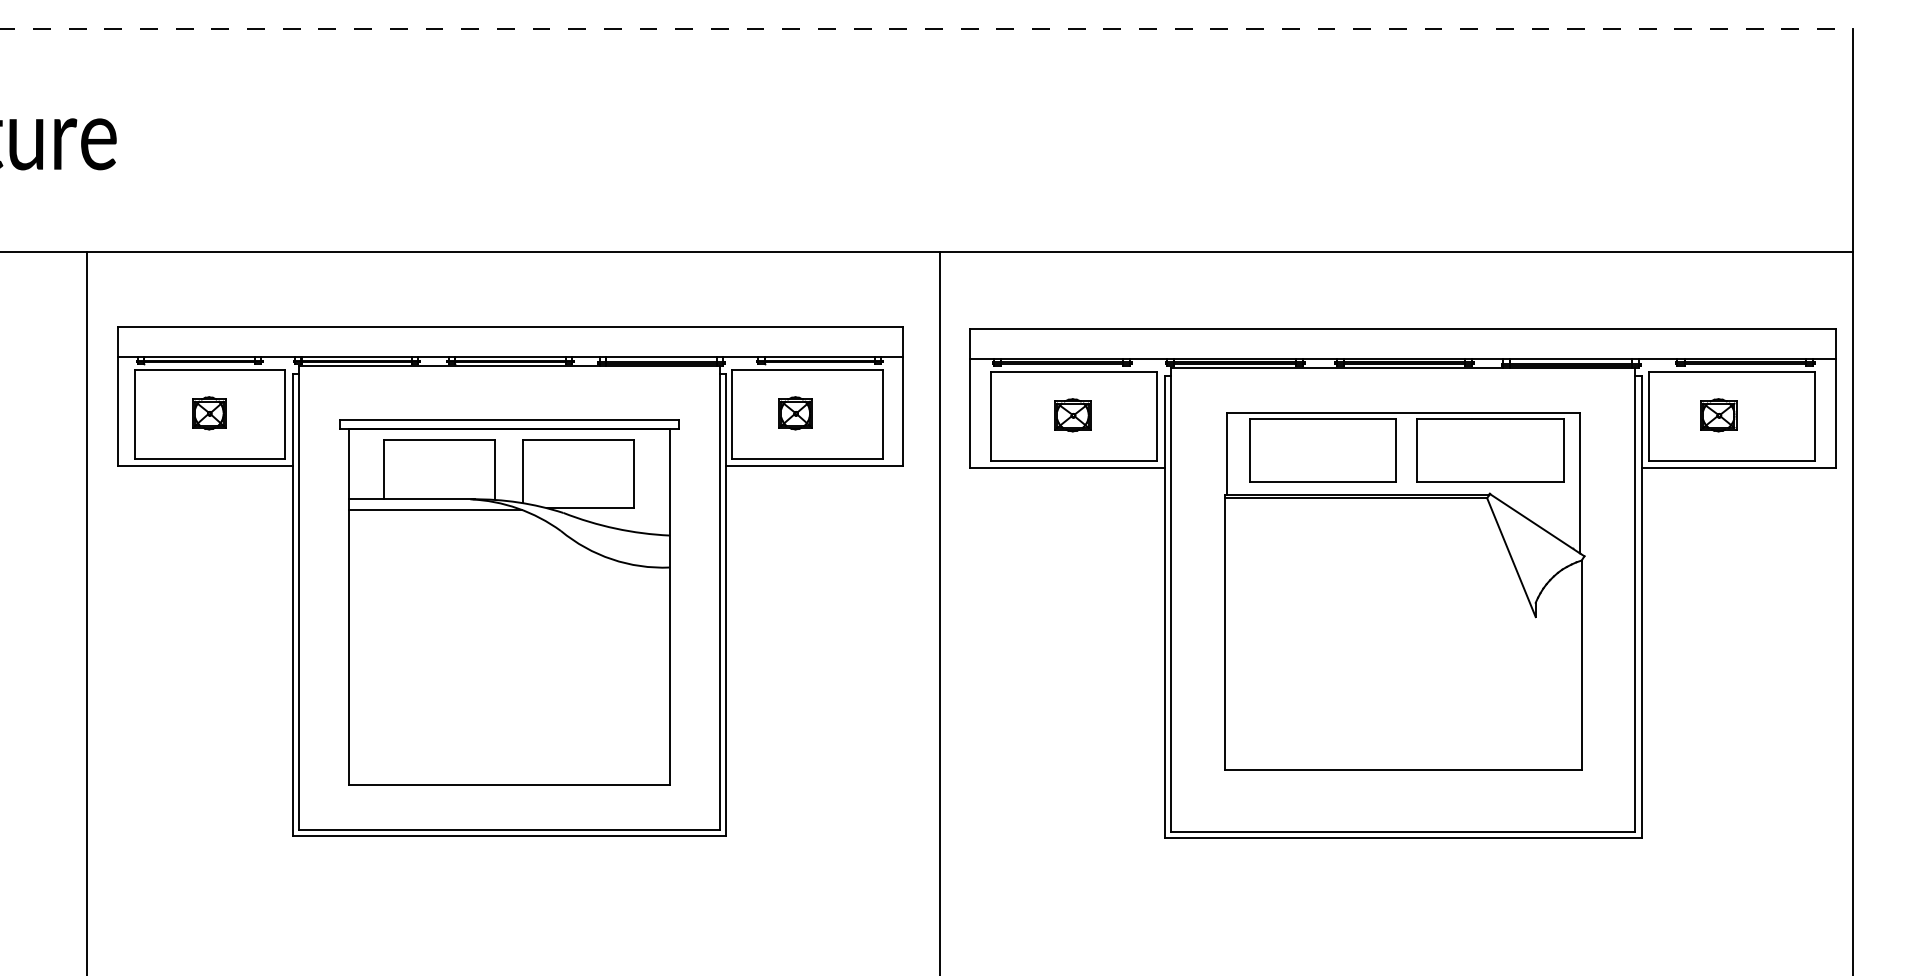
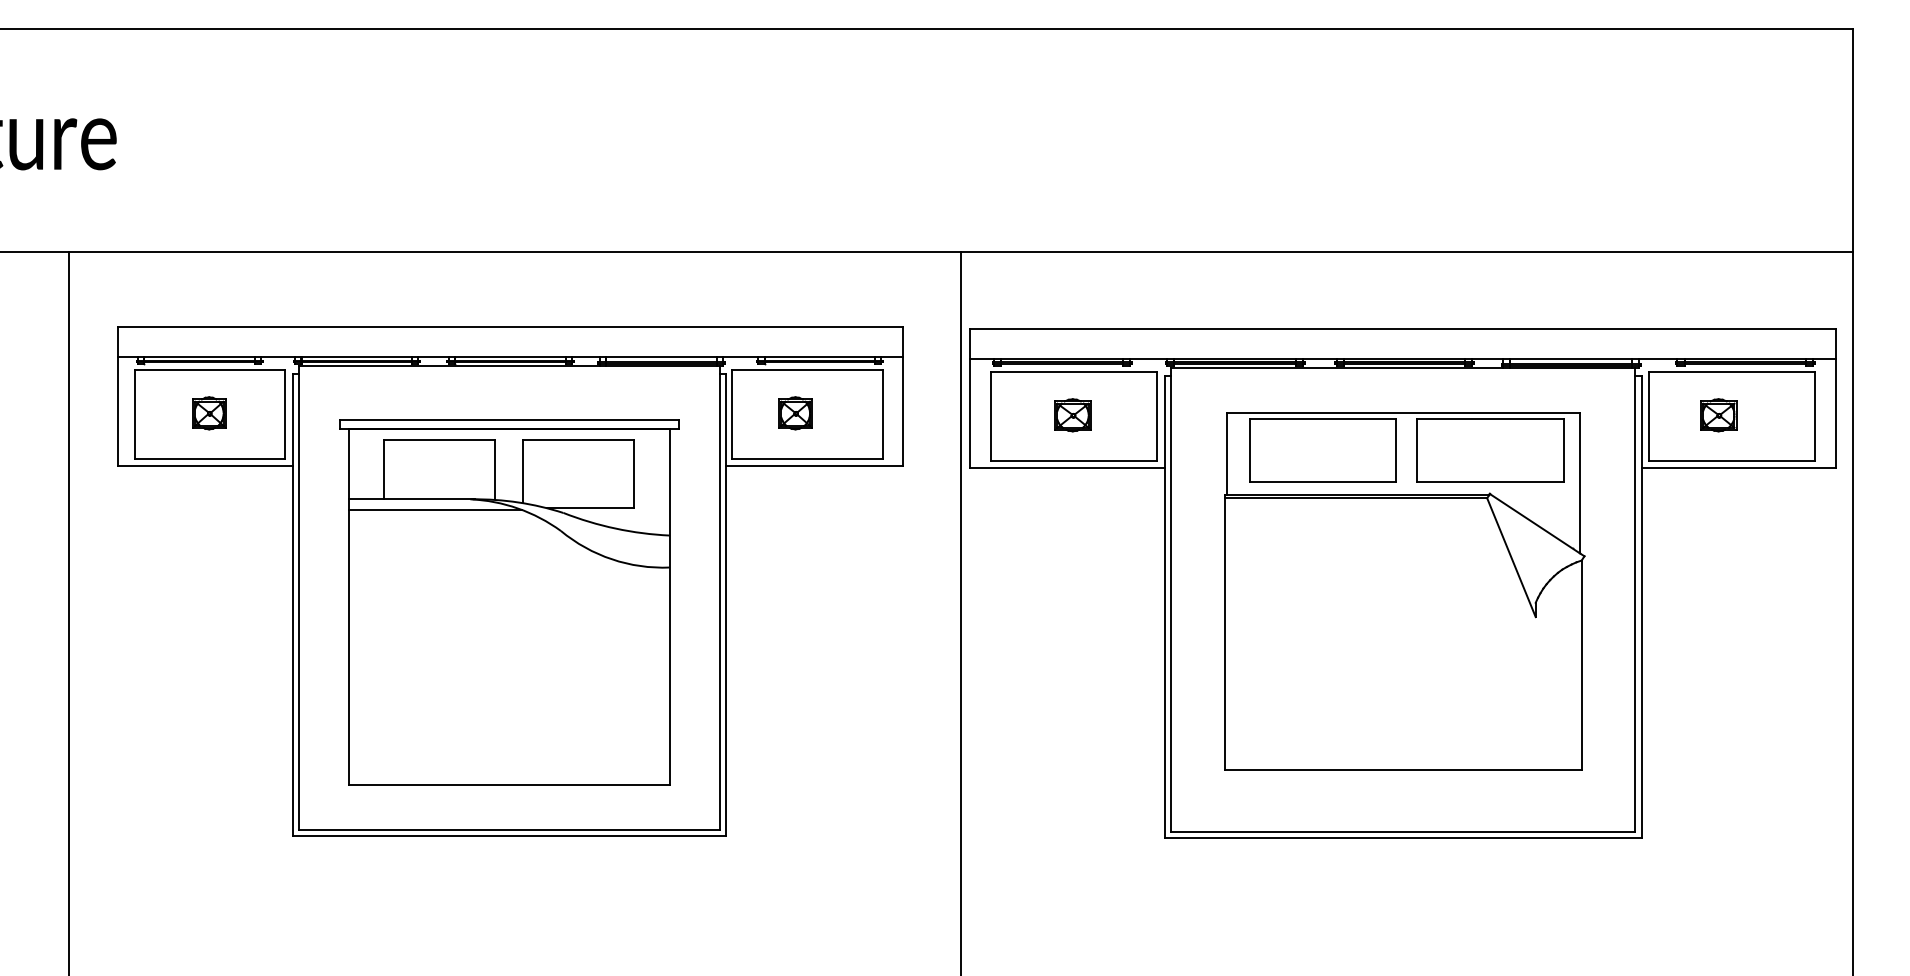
line at (926, 29): dashed -> solid
line at (86, 612) position: (86, 612) -> (68, 612)
line at (939, 612) position: (939, 612) -> (960, 612)
